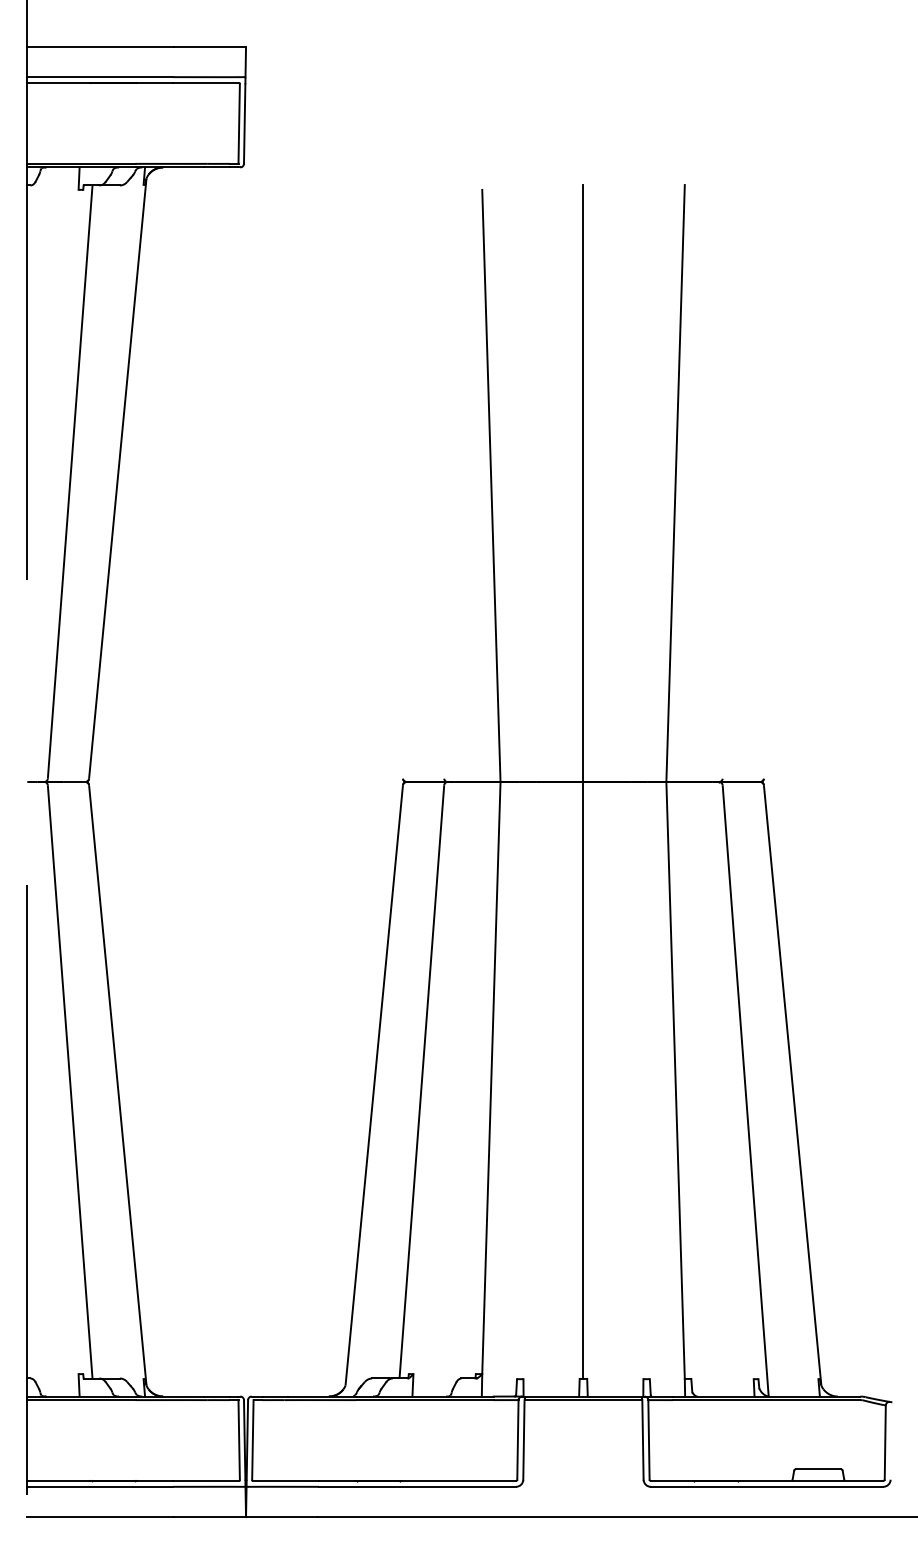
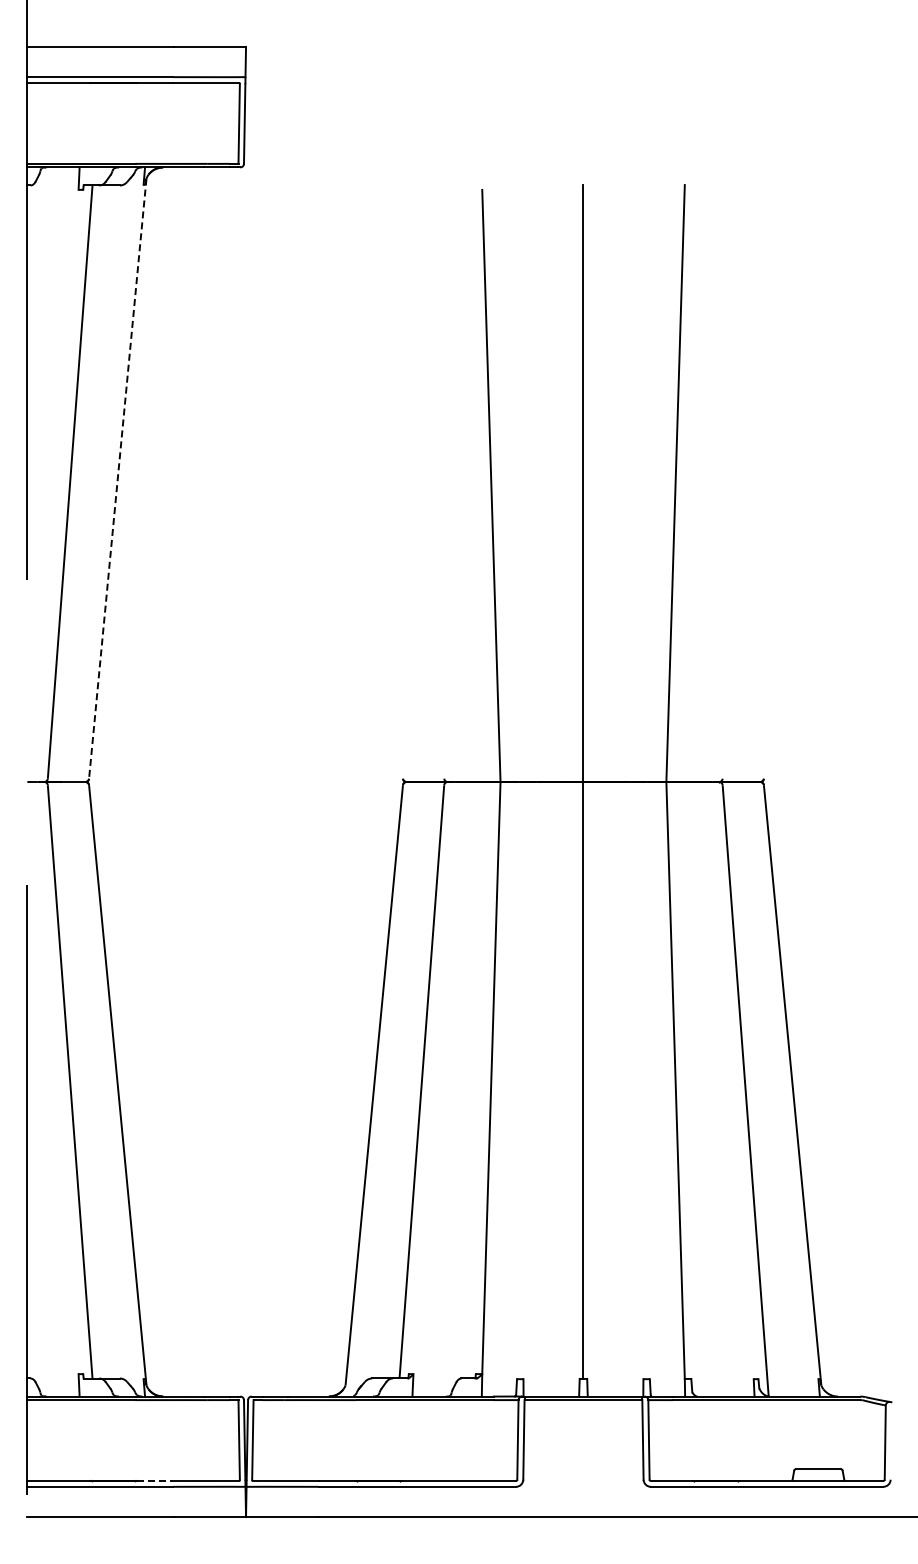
line at (117, 478): solid -> dashed
line at (155, 1480): solid -> dashed
